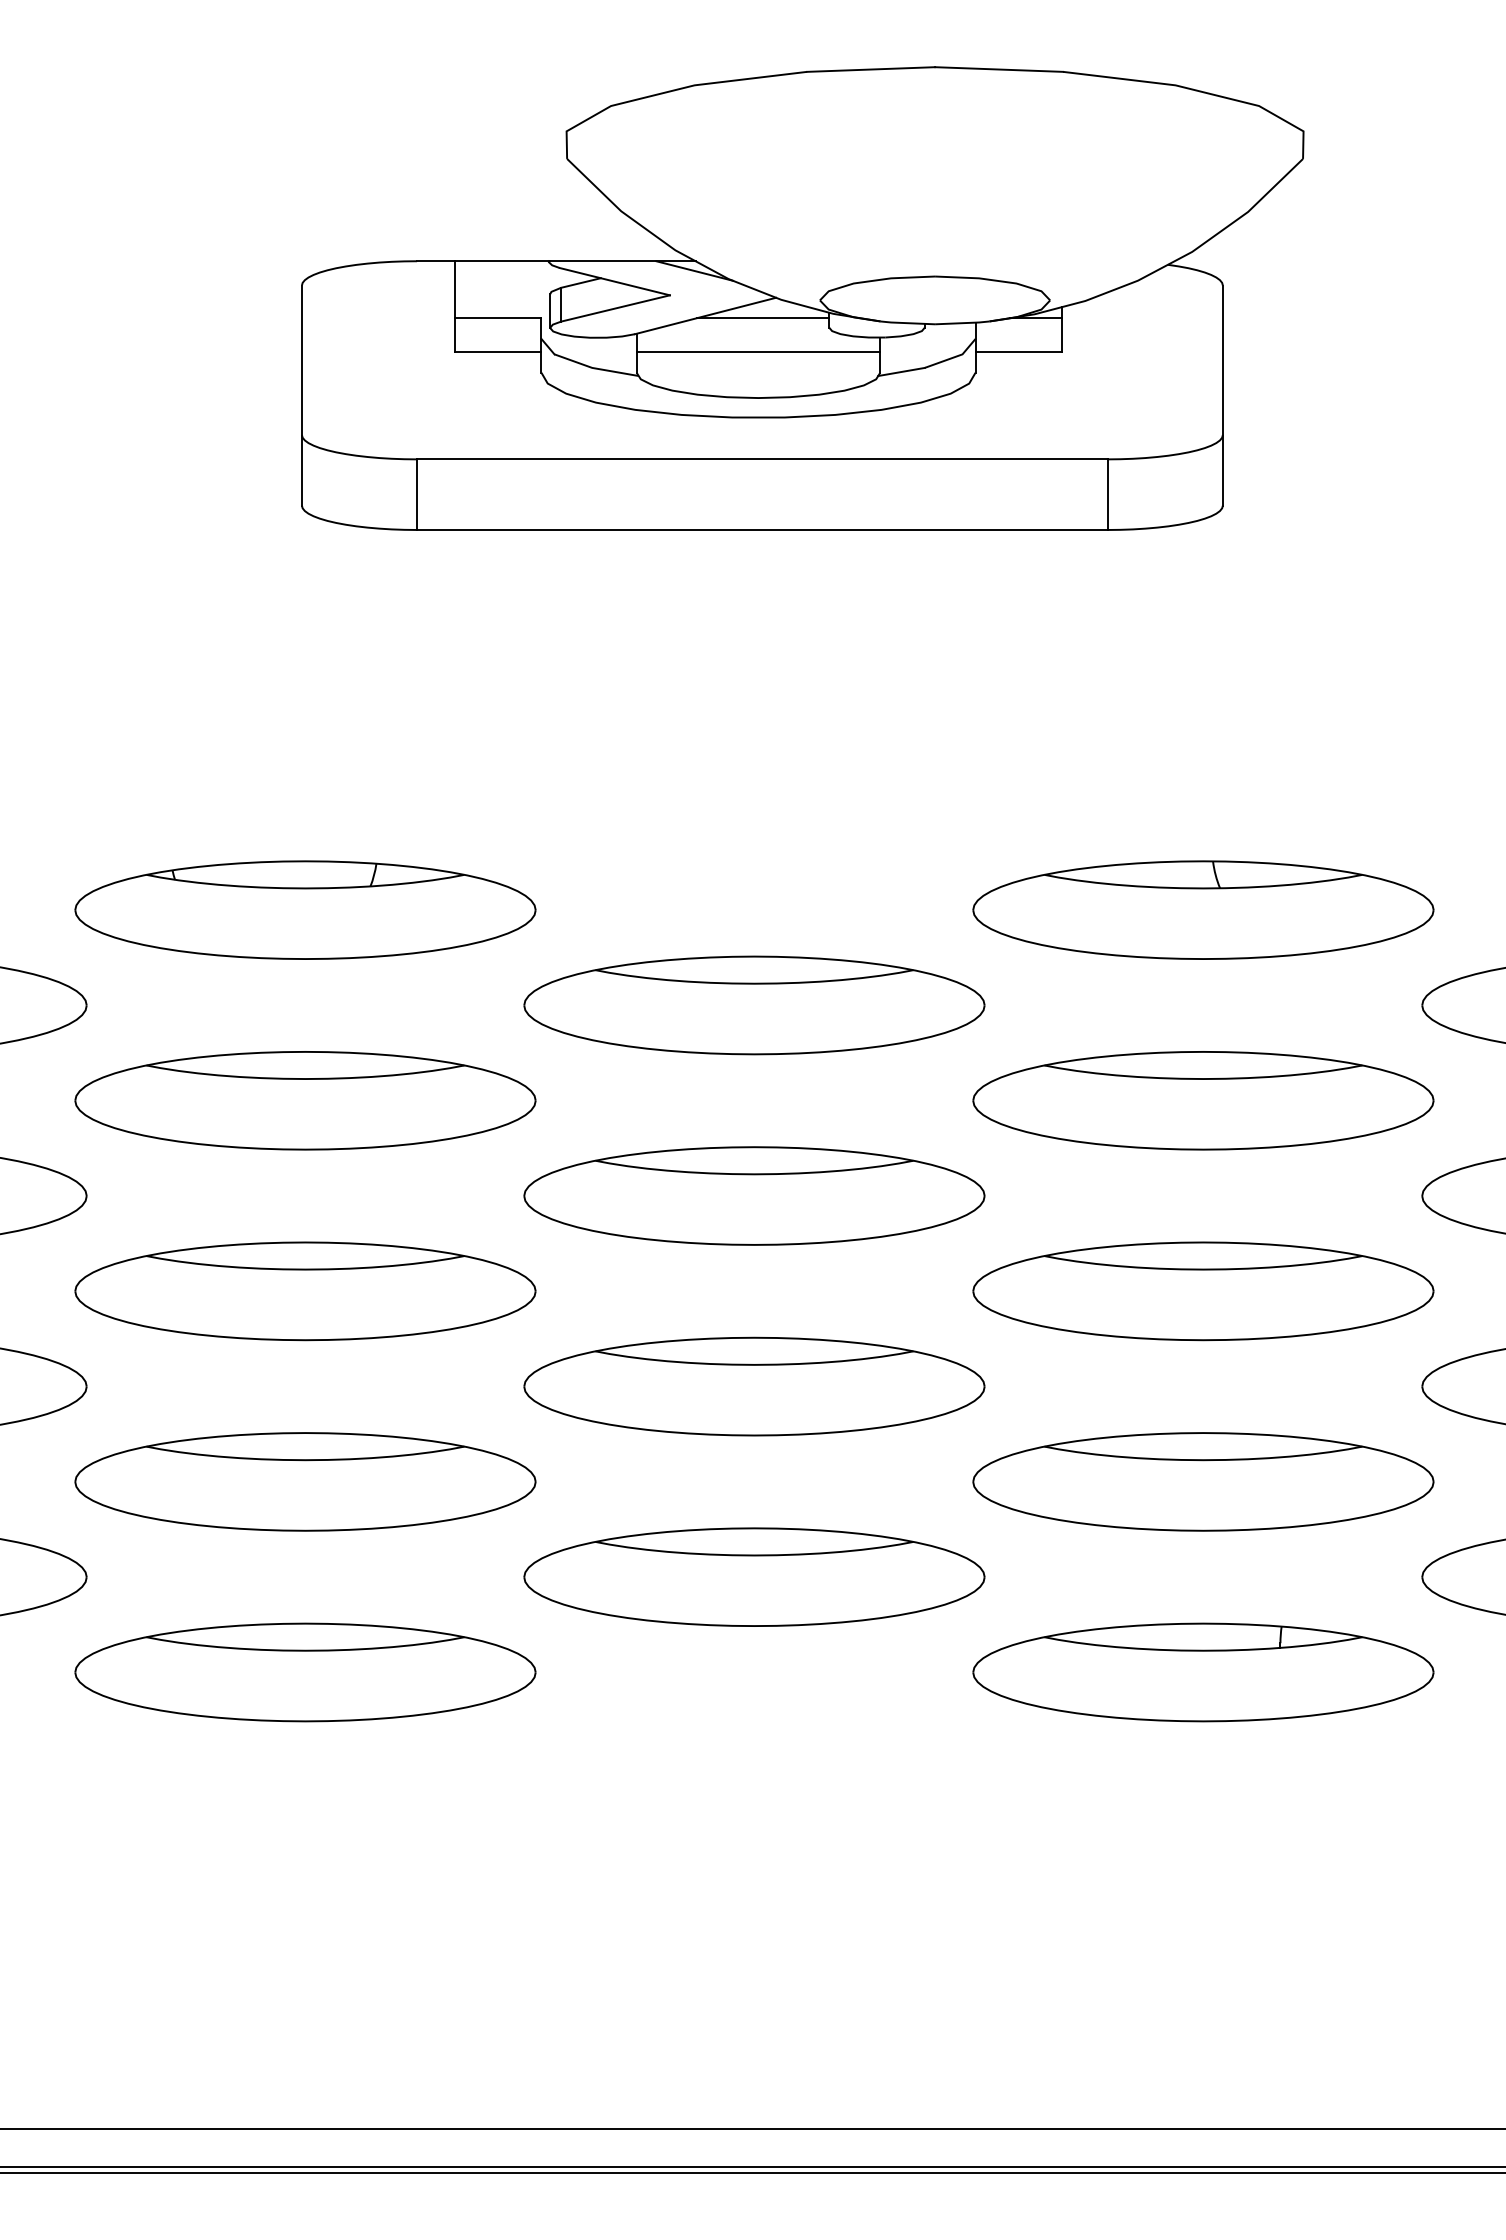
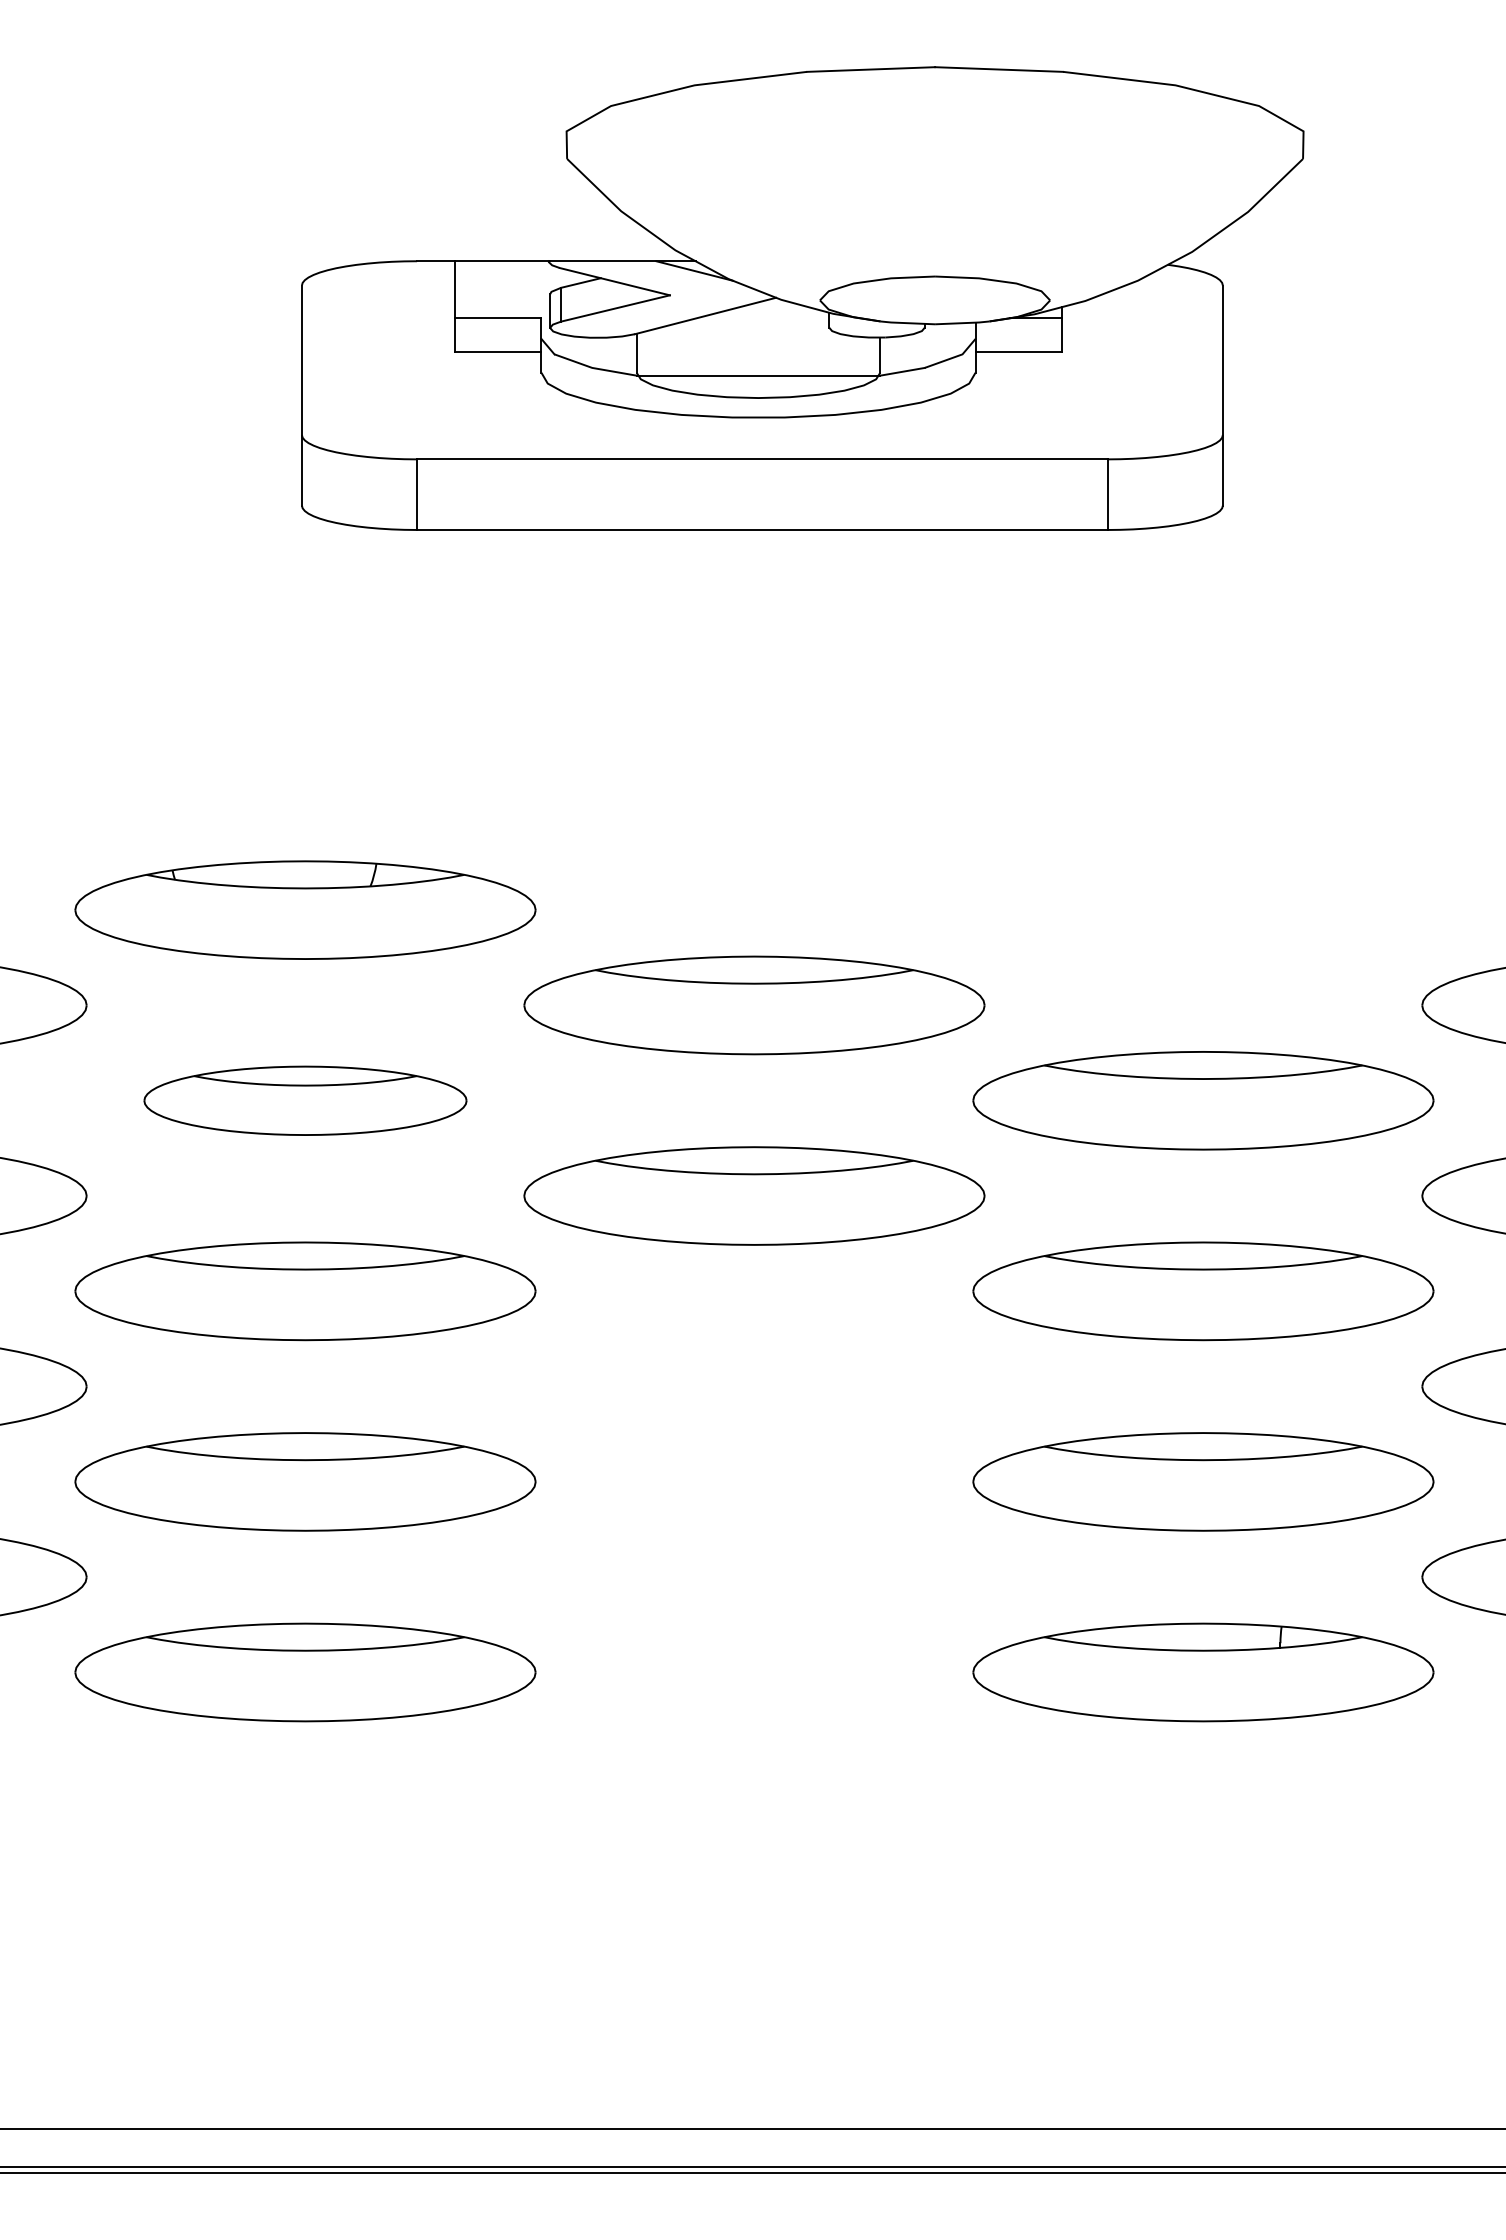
line at (762, 318): present -> none
line at (758, 352) position: (758, 352) -> (758, 376)
part at (1203, 909): present -> none
part at (305, 1100) size: 463x100 px -> 325x71 px
part at (754, 1386): present -> none
part at (754, 1576): present -> none
